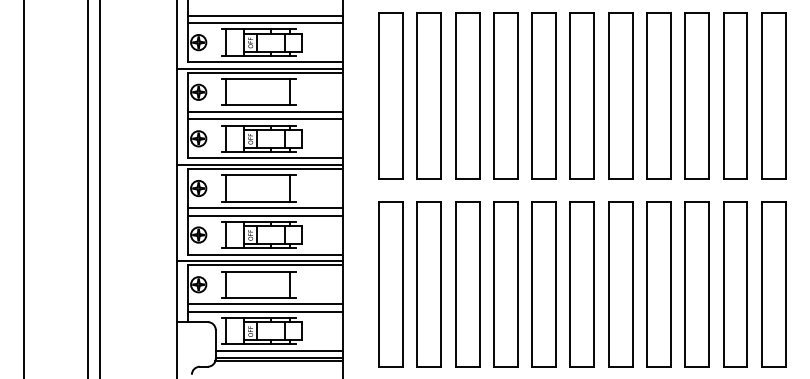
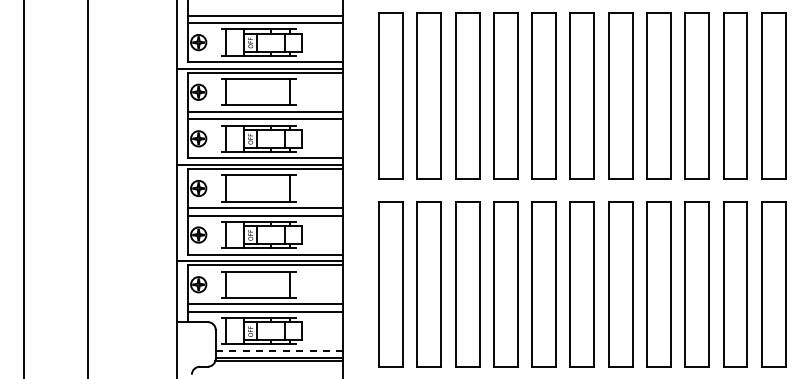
line at (100, 188): present -> none
line at (279, 350): solid -> dashed
